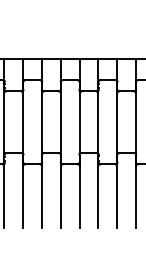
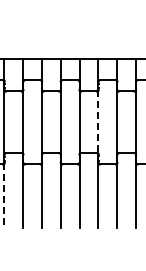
line at (98, 122): solid -> dashed
line at (4, 195): solid -> dashed
